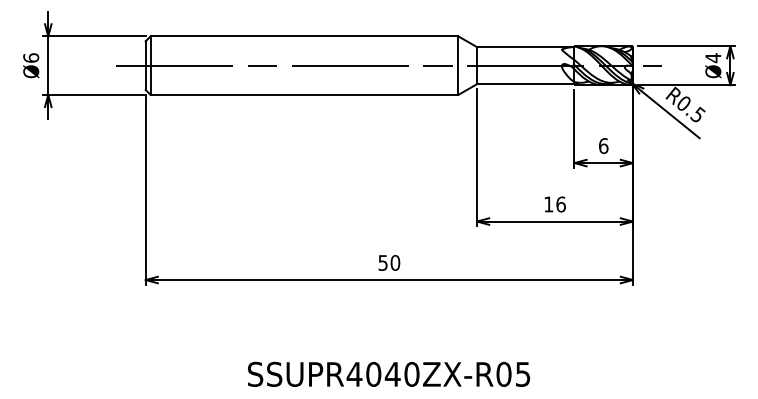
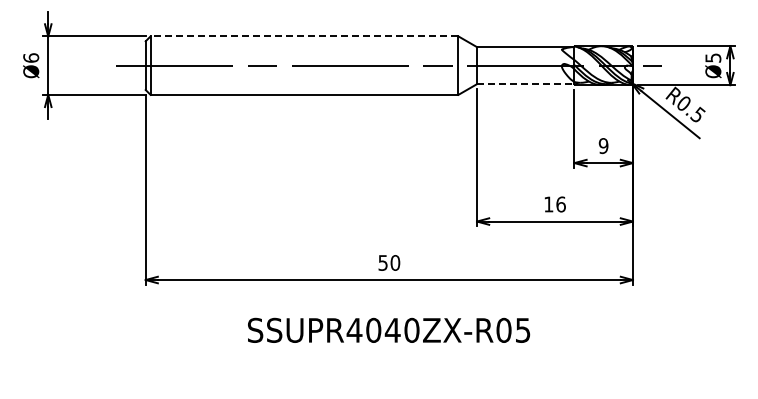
line at (304, 36): solid -> dashed
text at (713, 58): Ø4 -> Ø5
line at (525, 84): solid -> dashed
text at (603, 146): 6 -> 9
text at (389, 373) position: (389, 373) -> (389, 329)
